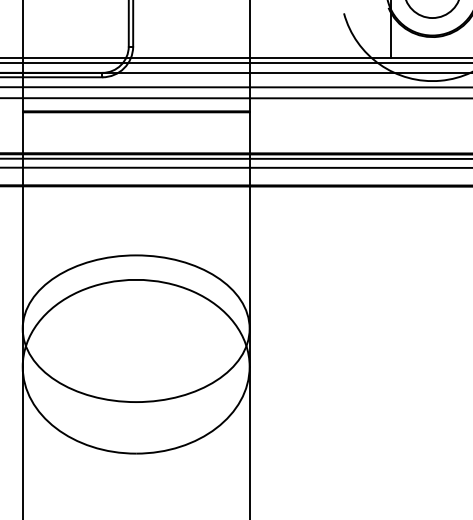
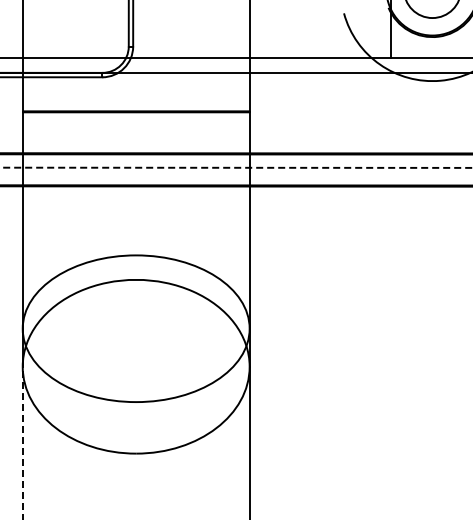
line at (235, 62): present -> none
line at (235, 87): present -> none
line at (235, 98): present -> none
line at (235, 158): present -> none
line at (236, 167): solid -> dashed
line at (22, 442): solid -> dashed
